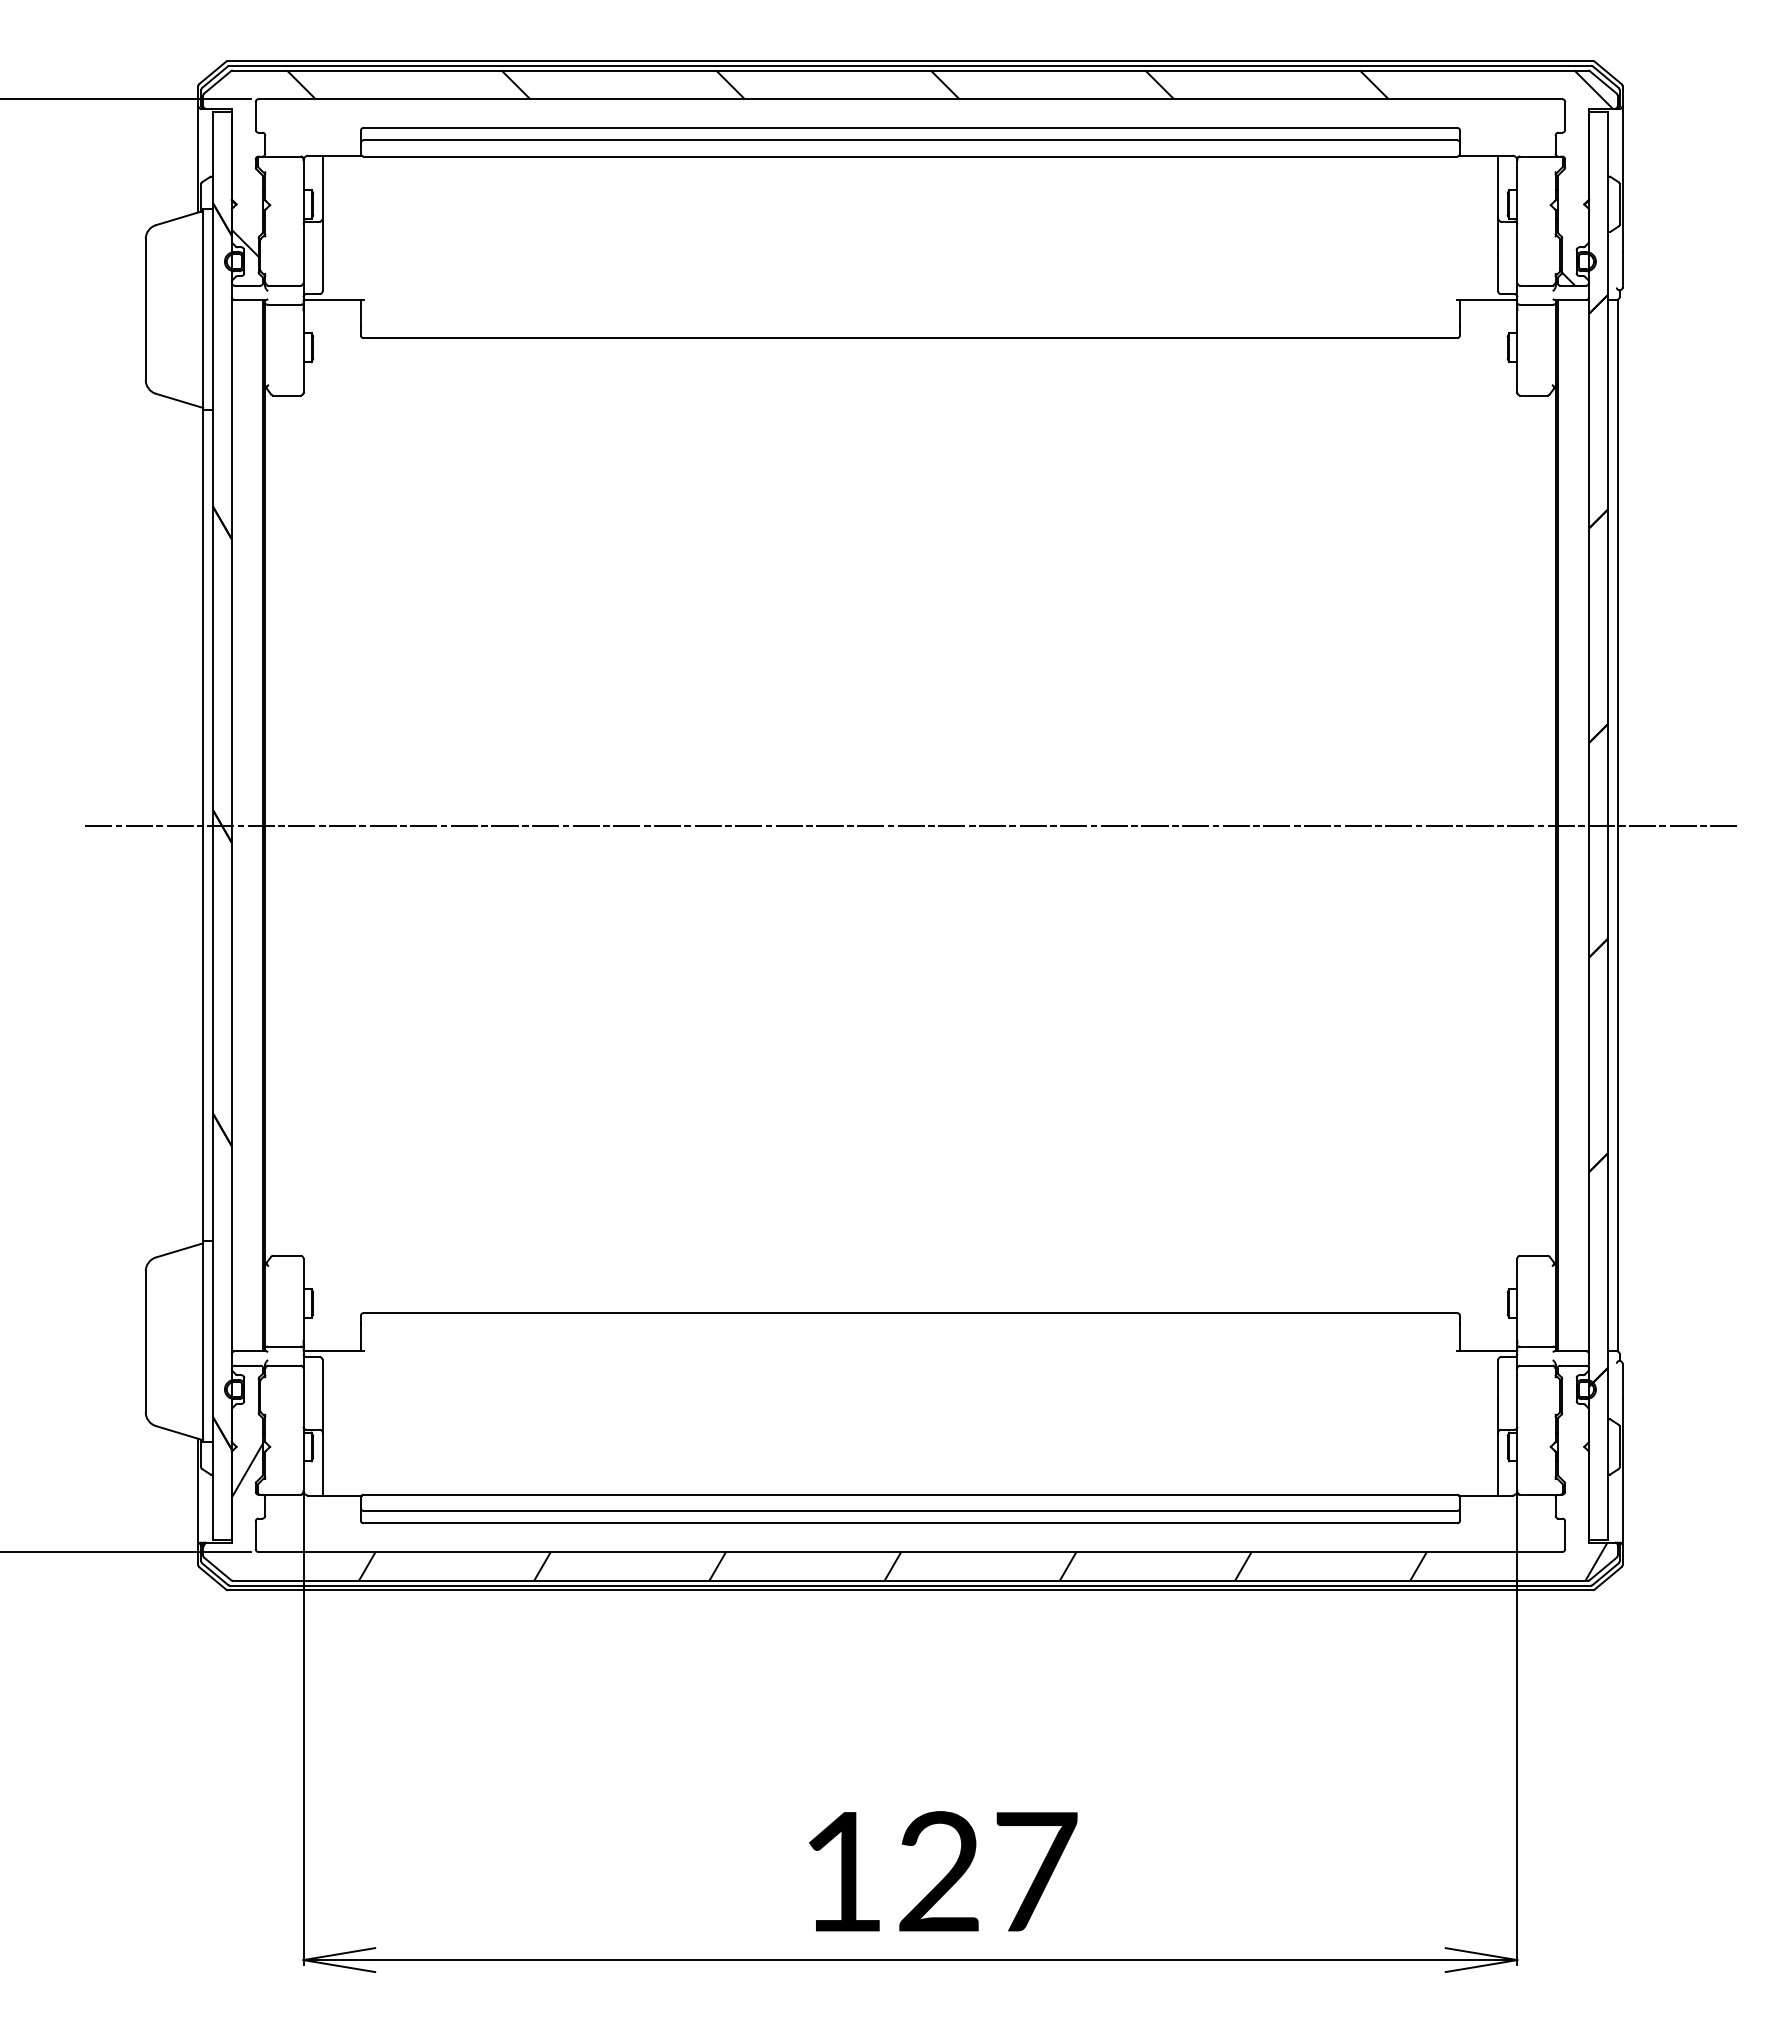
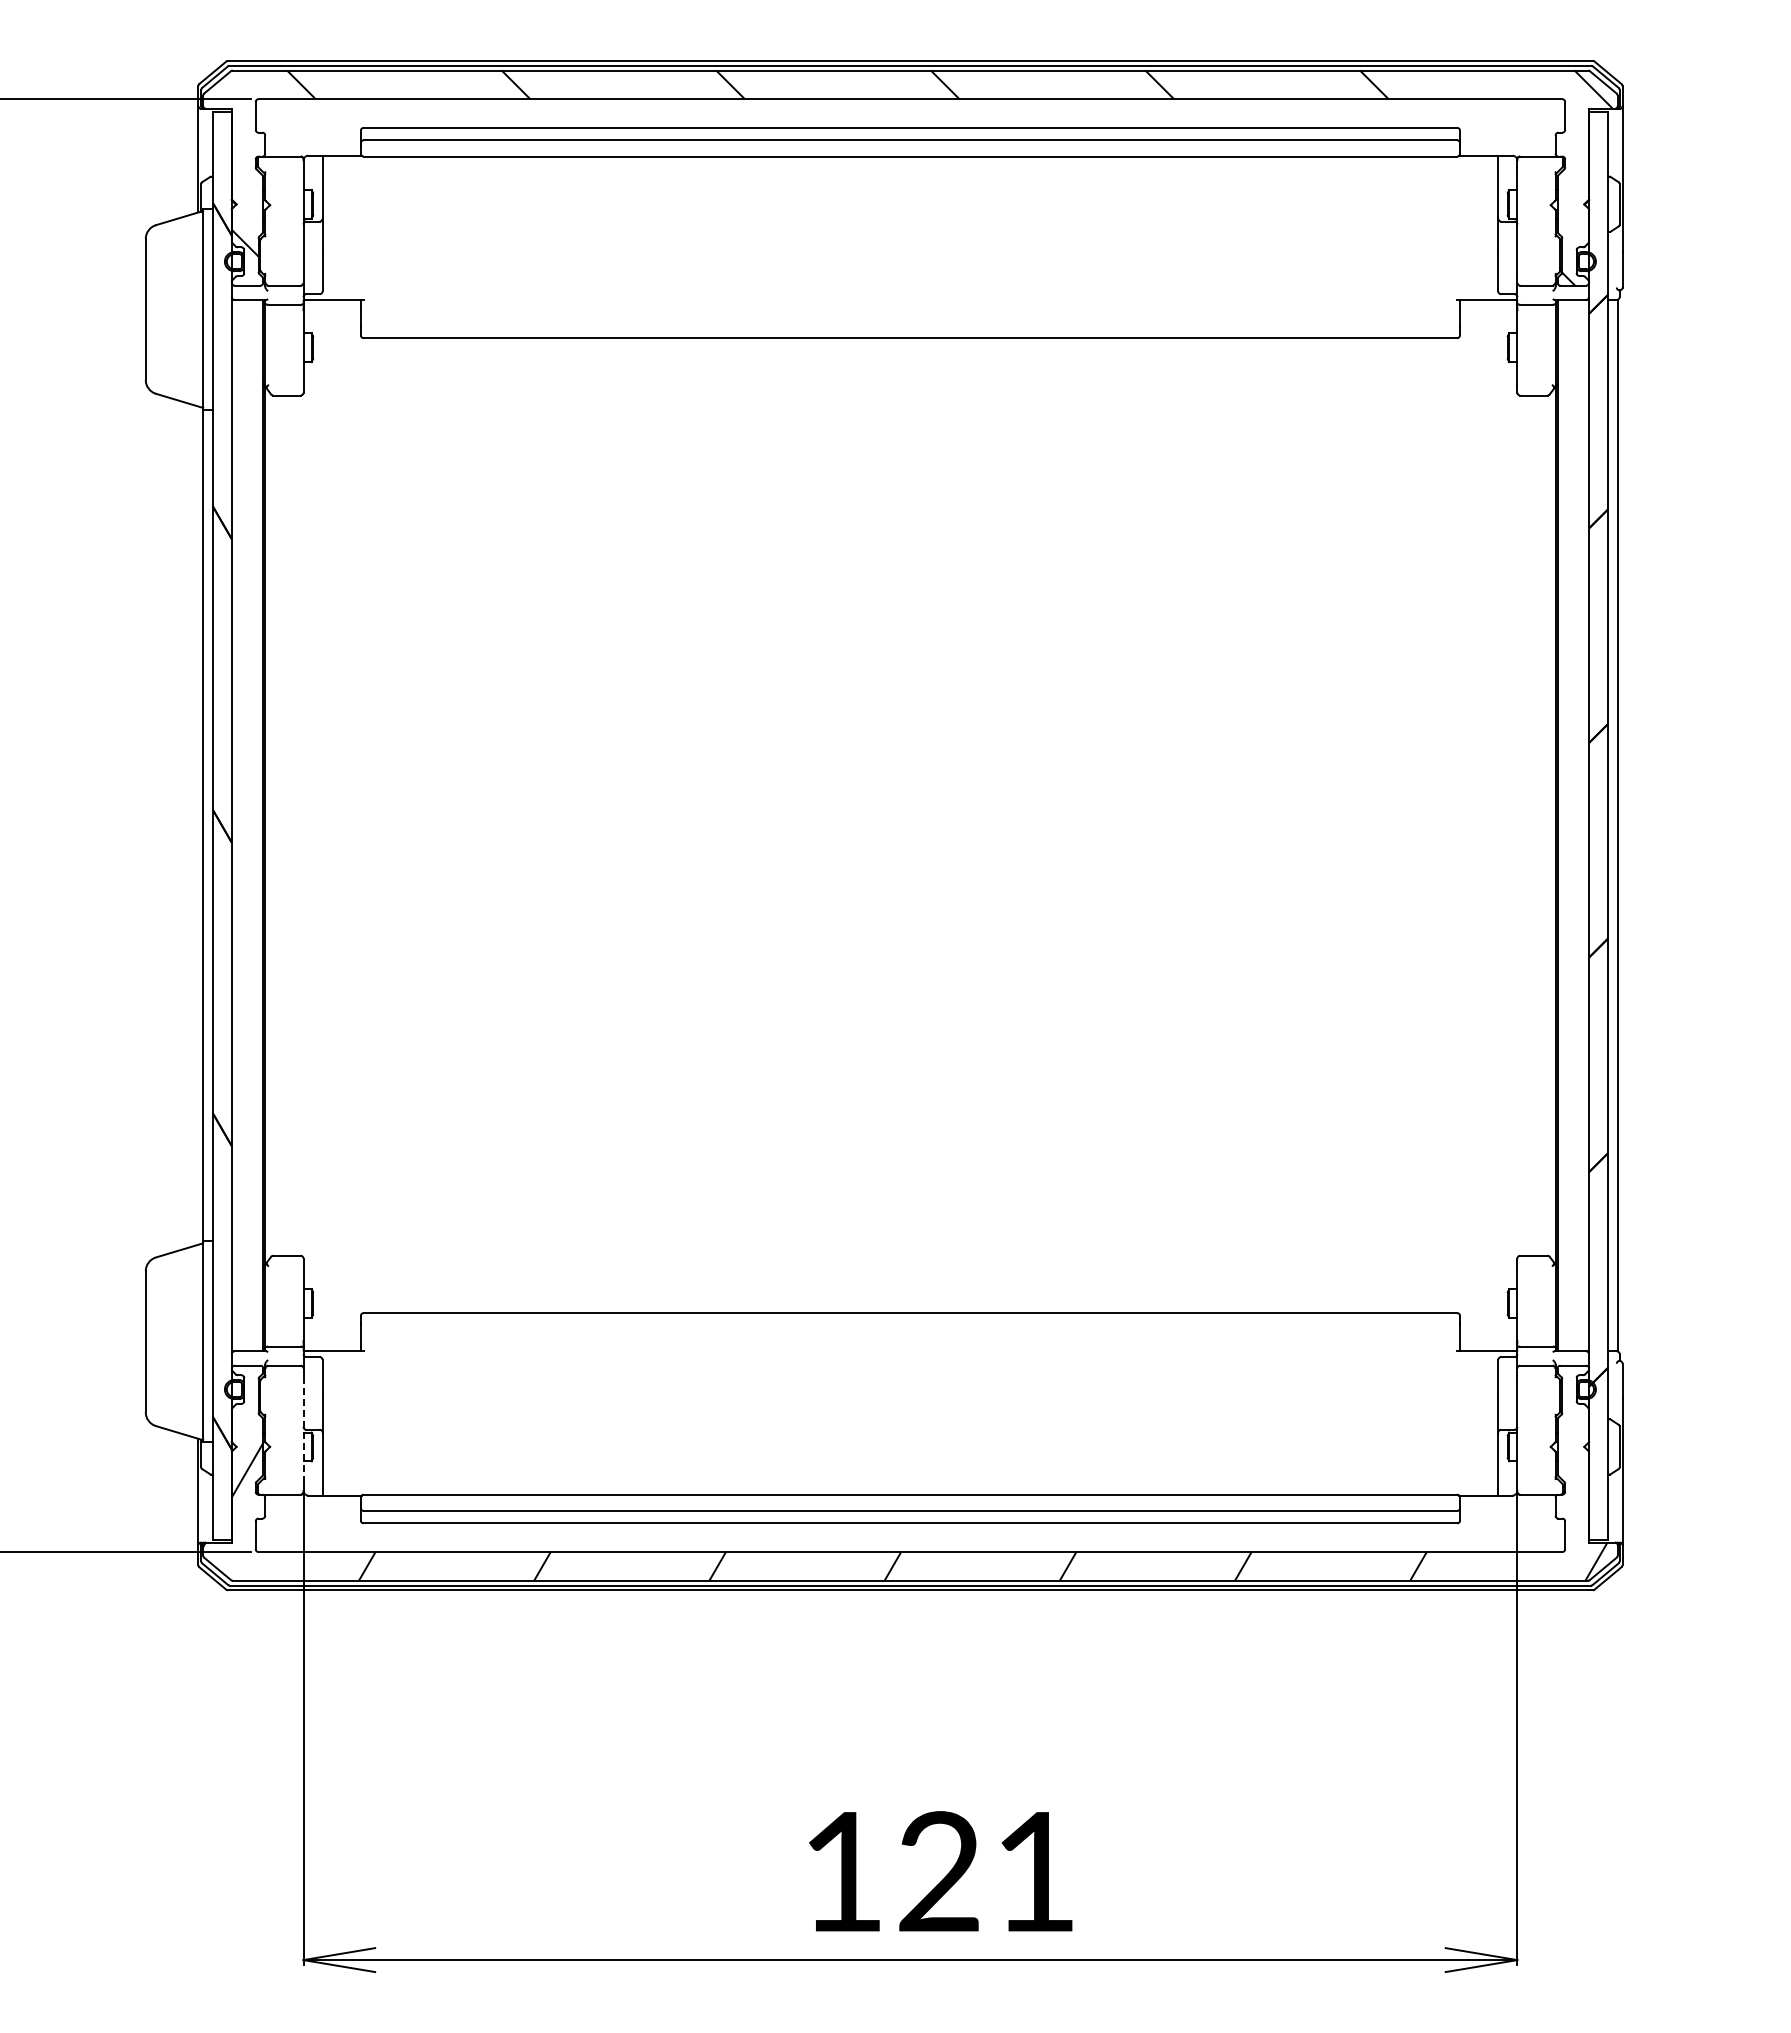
line at (910, 825): present -> none
line at (303, 1429): solid -> dashed
text at (1036, 1871): 127 -> 121
